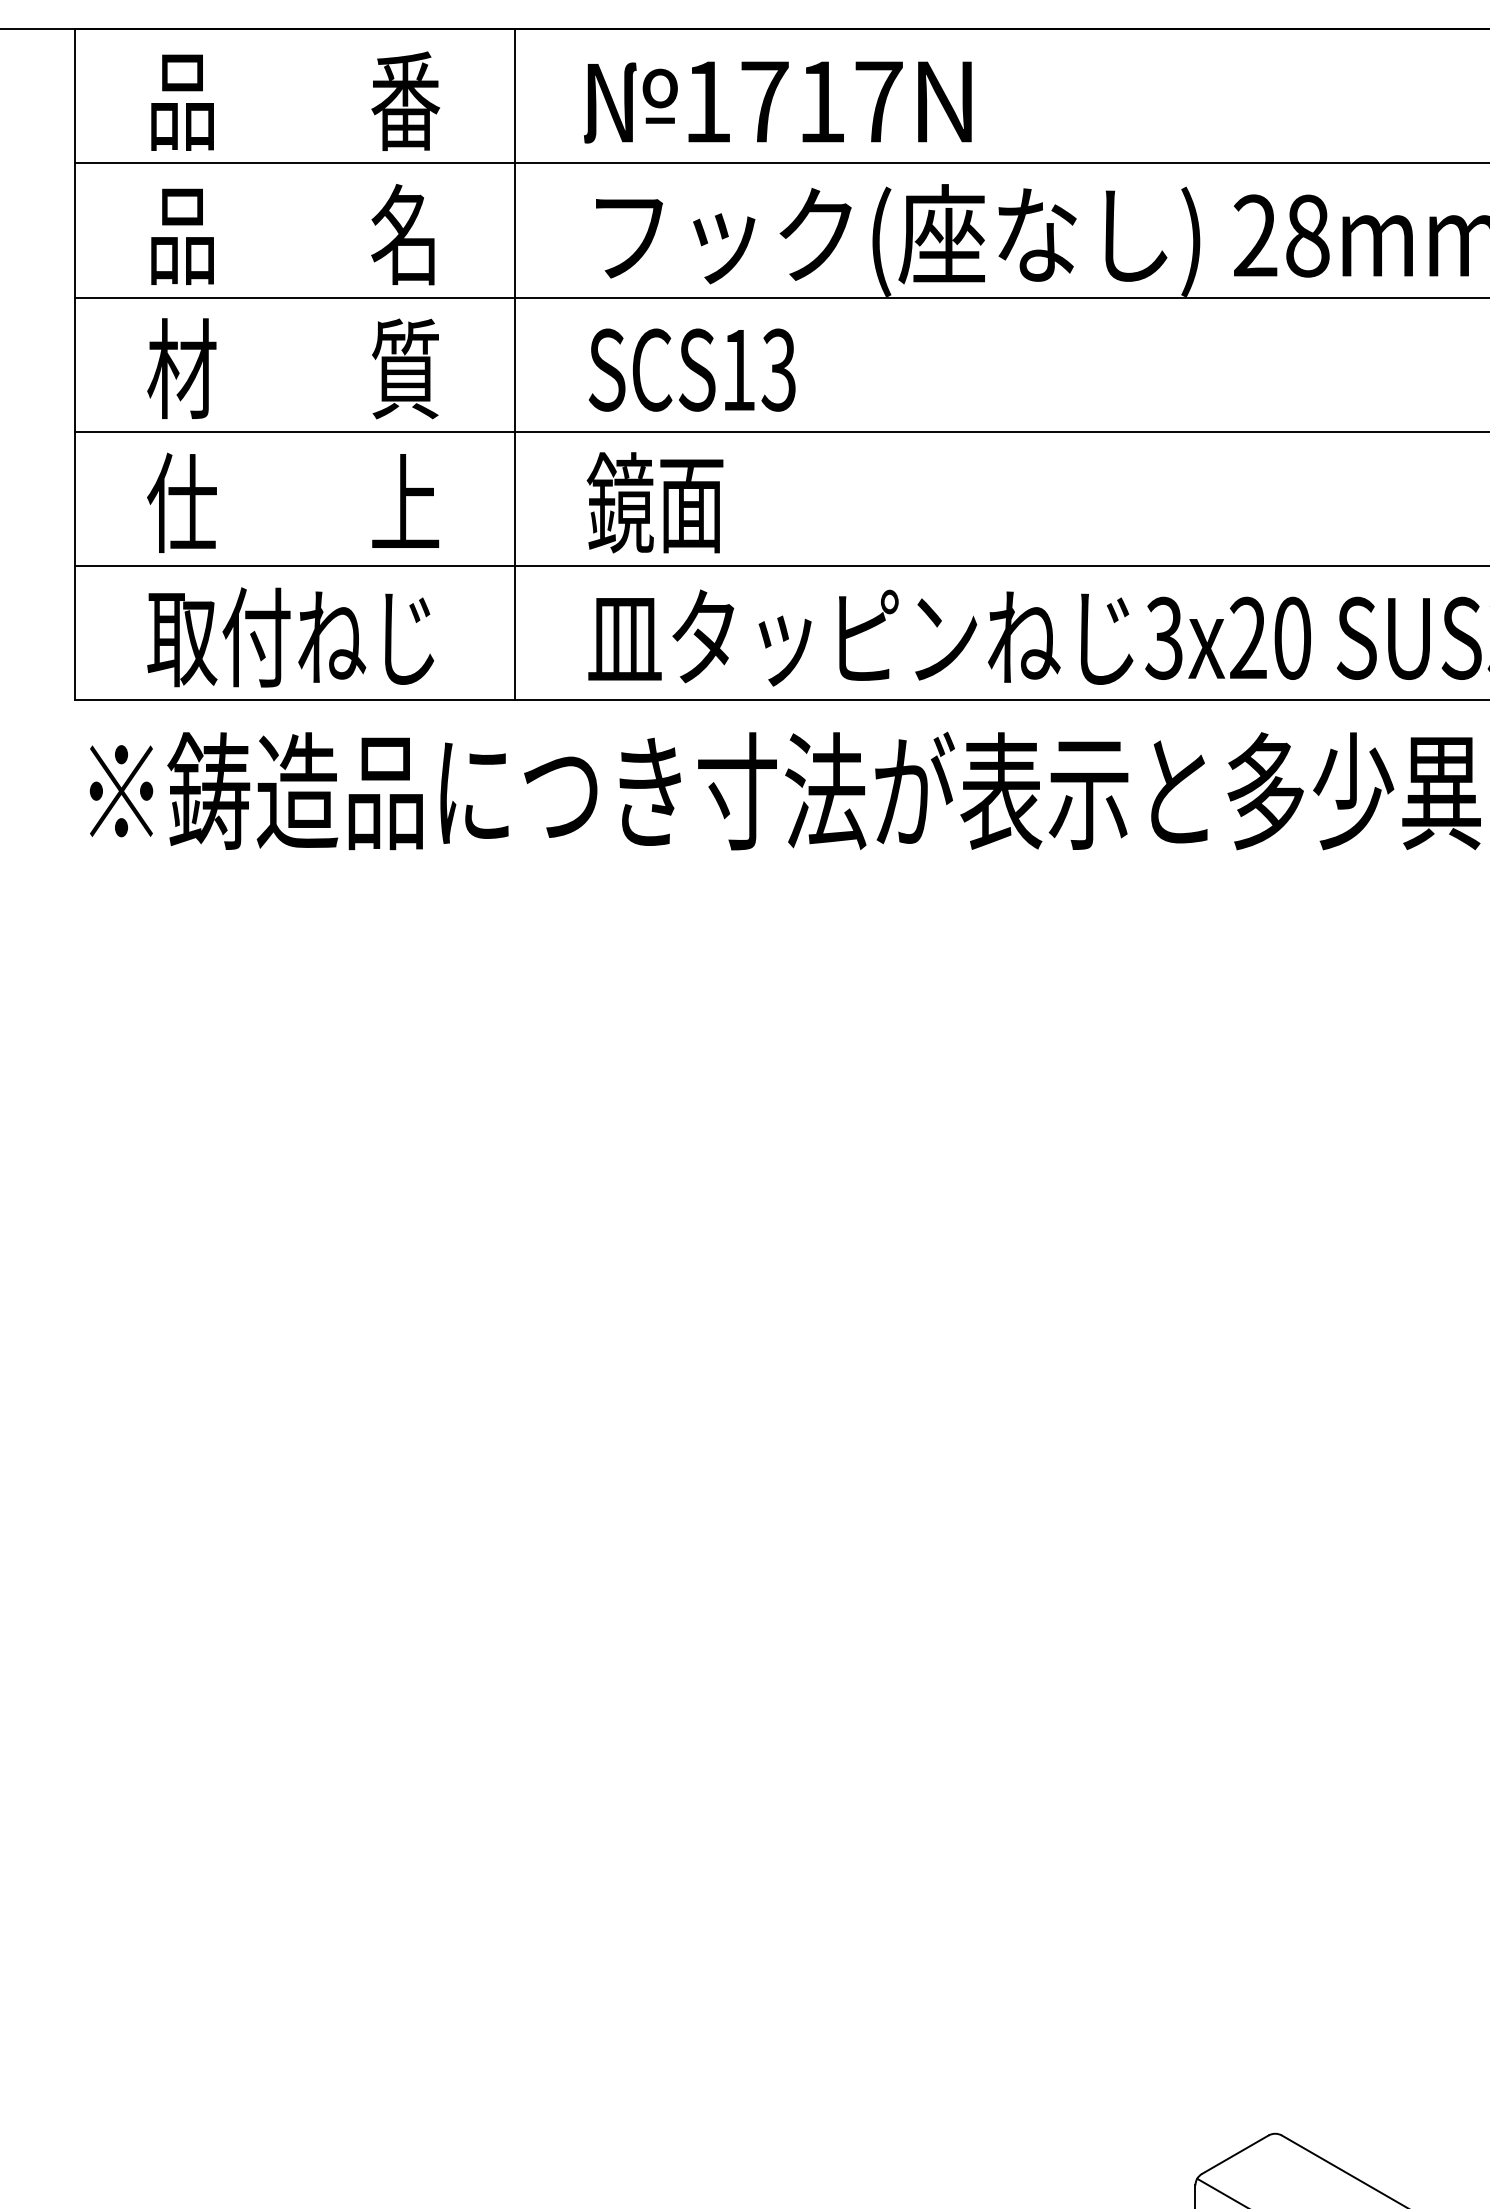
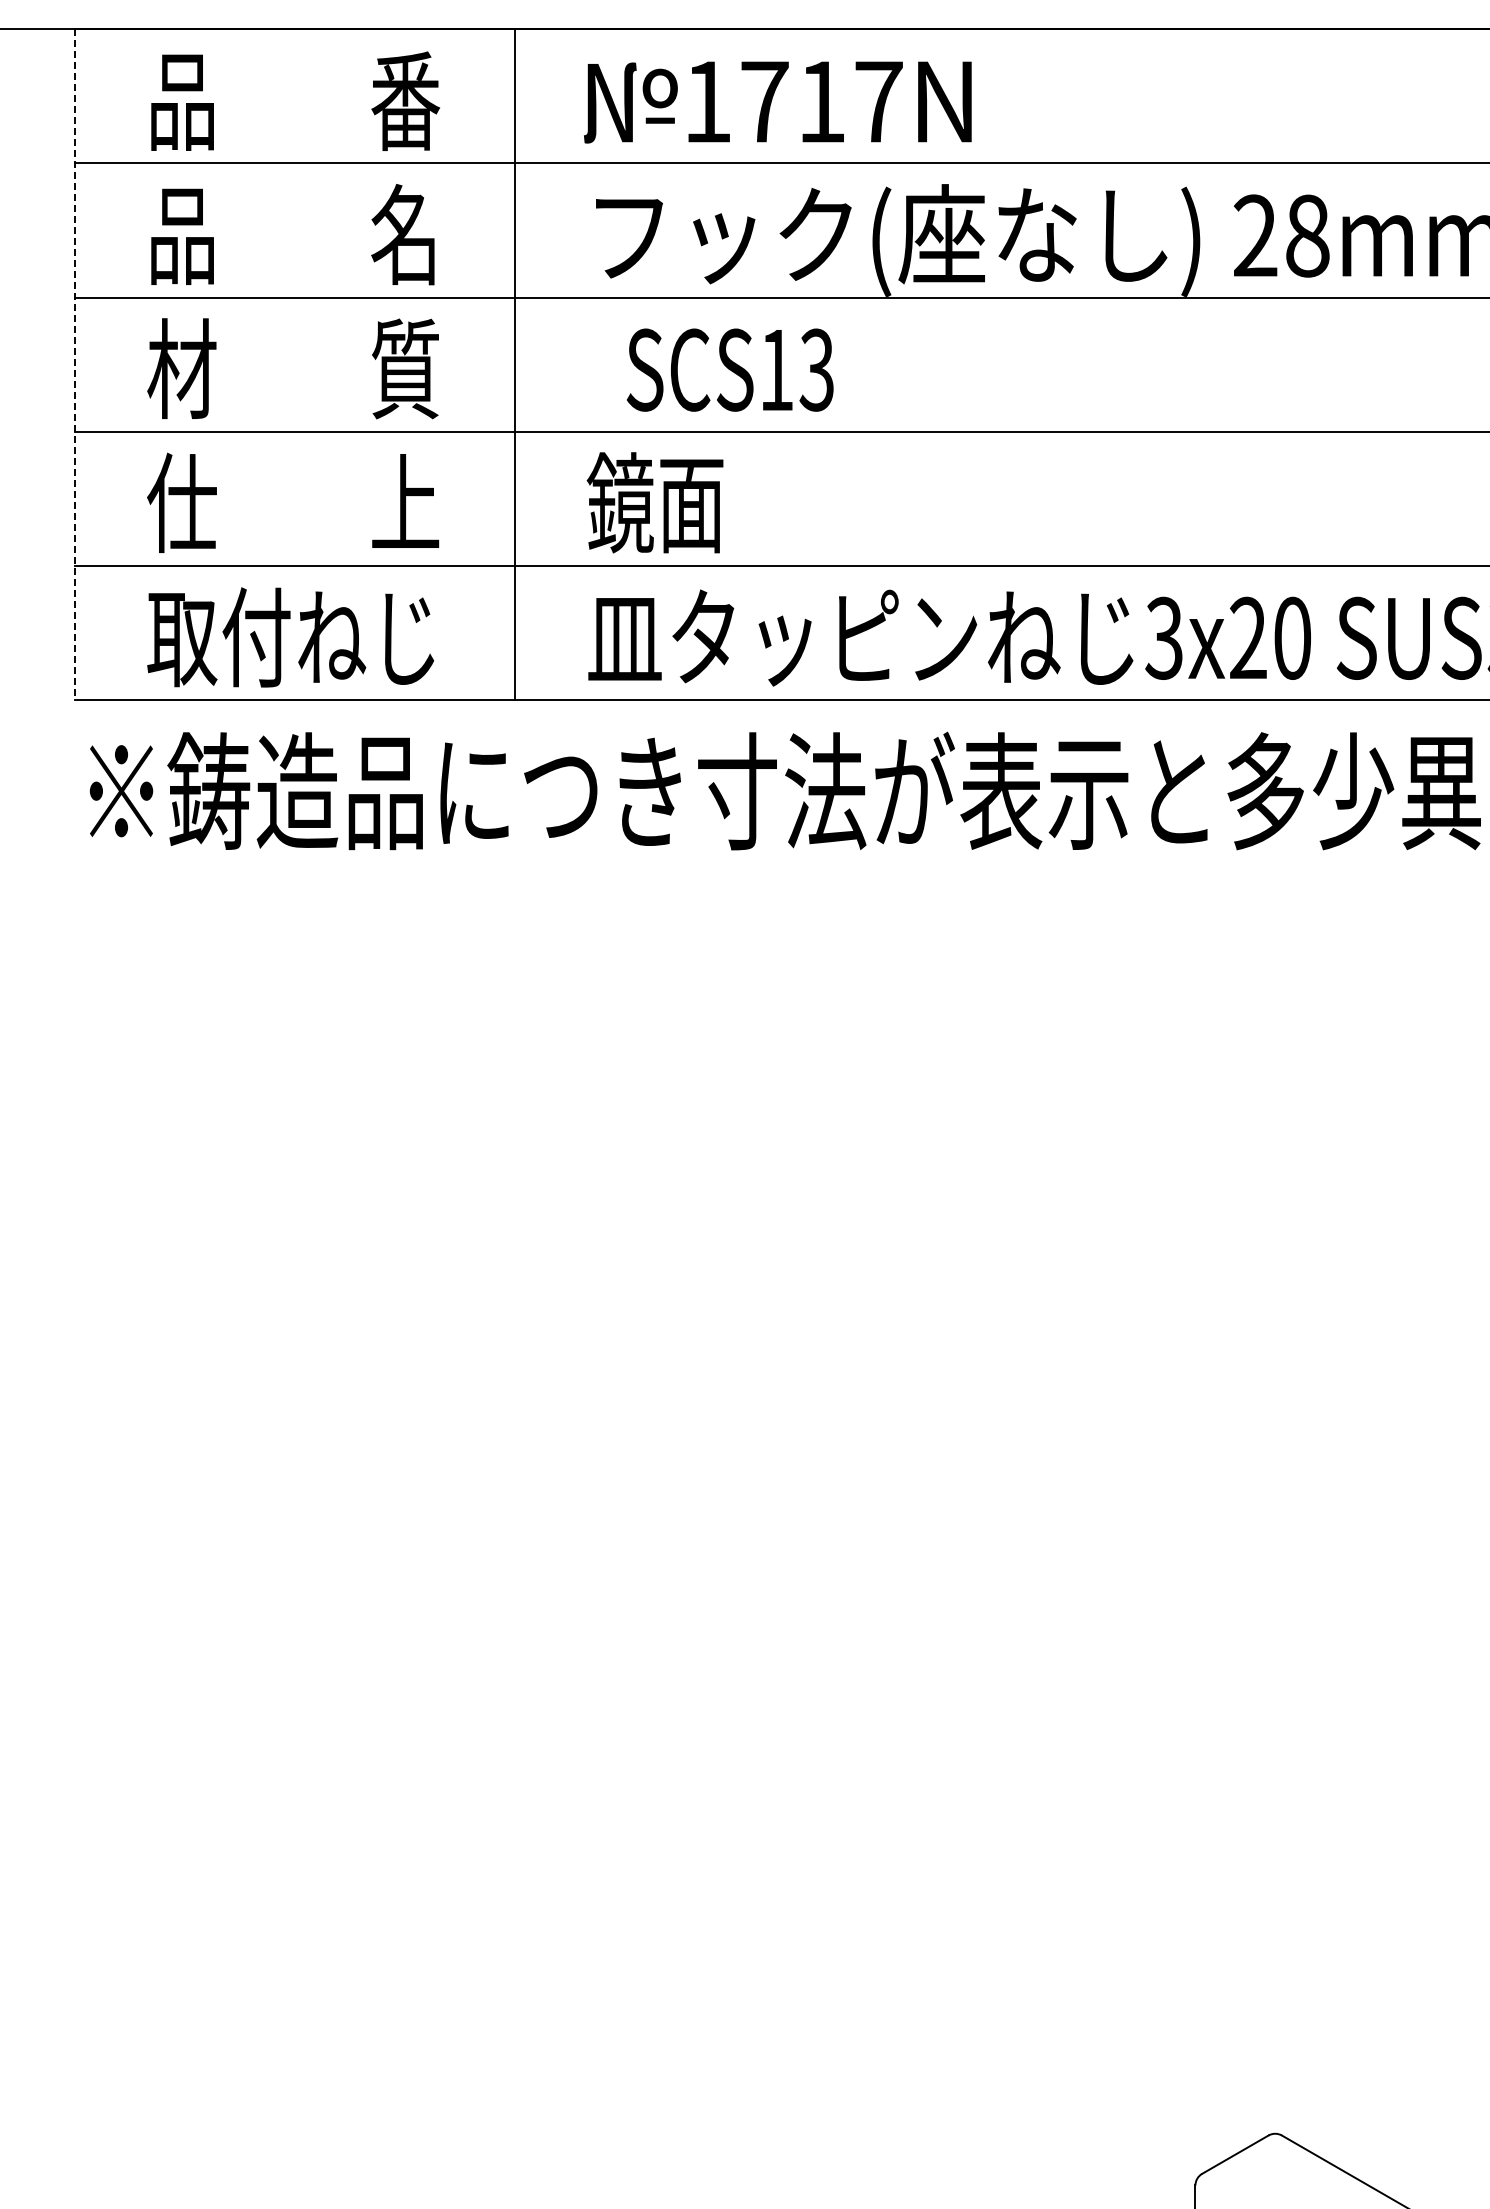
line at (74, 365): solid -> dashed
text at (692, 369) position: (692, 369) -> (730, 369)
line at (1220, 2191): present -> none
